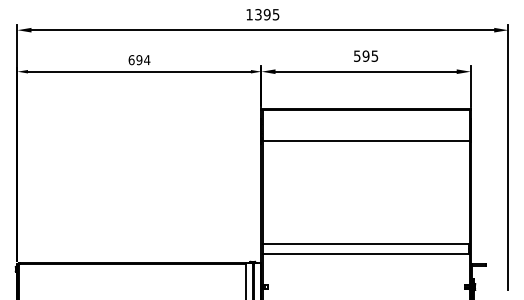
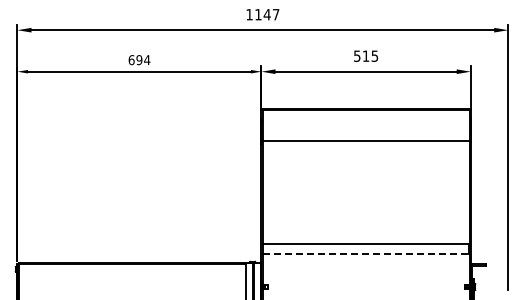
text at (267, 14): 1395 -> 1147
text at (365, 55): 595 -> 515
line at (366, 254): solid -> dashed
